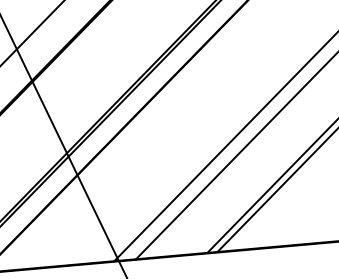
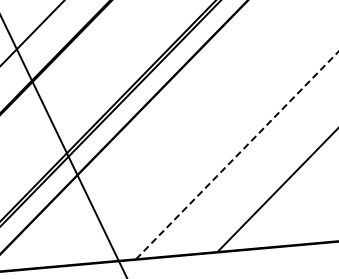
line at (224, 147): present -> none
line at (237, 155): solid -> dashed
line at (271, 186): present -> none
